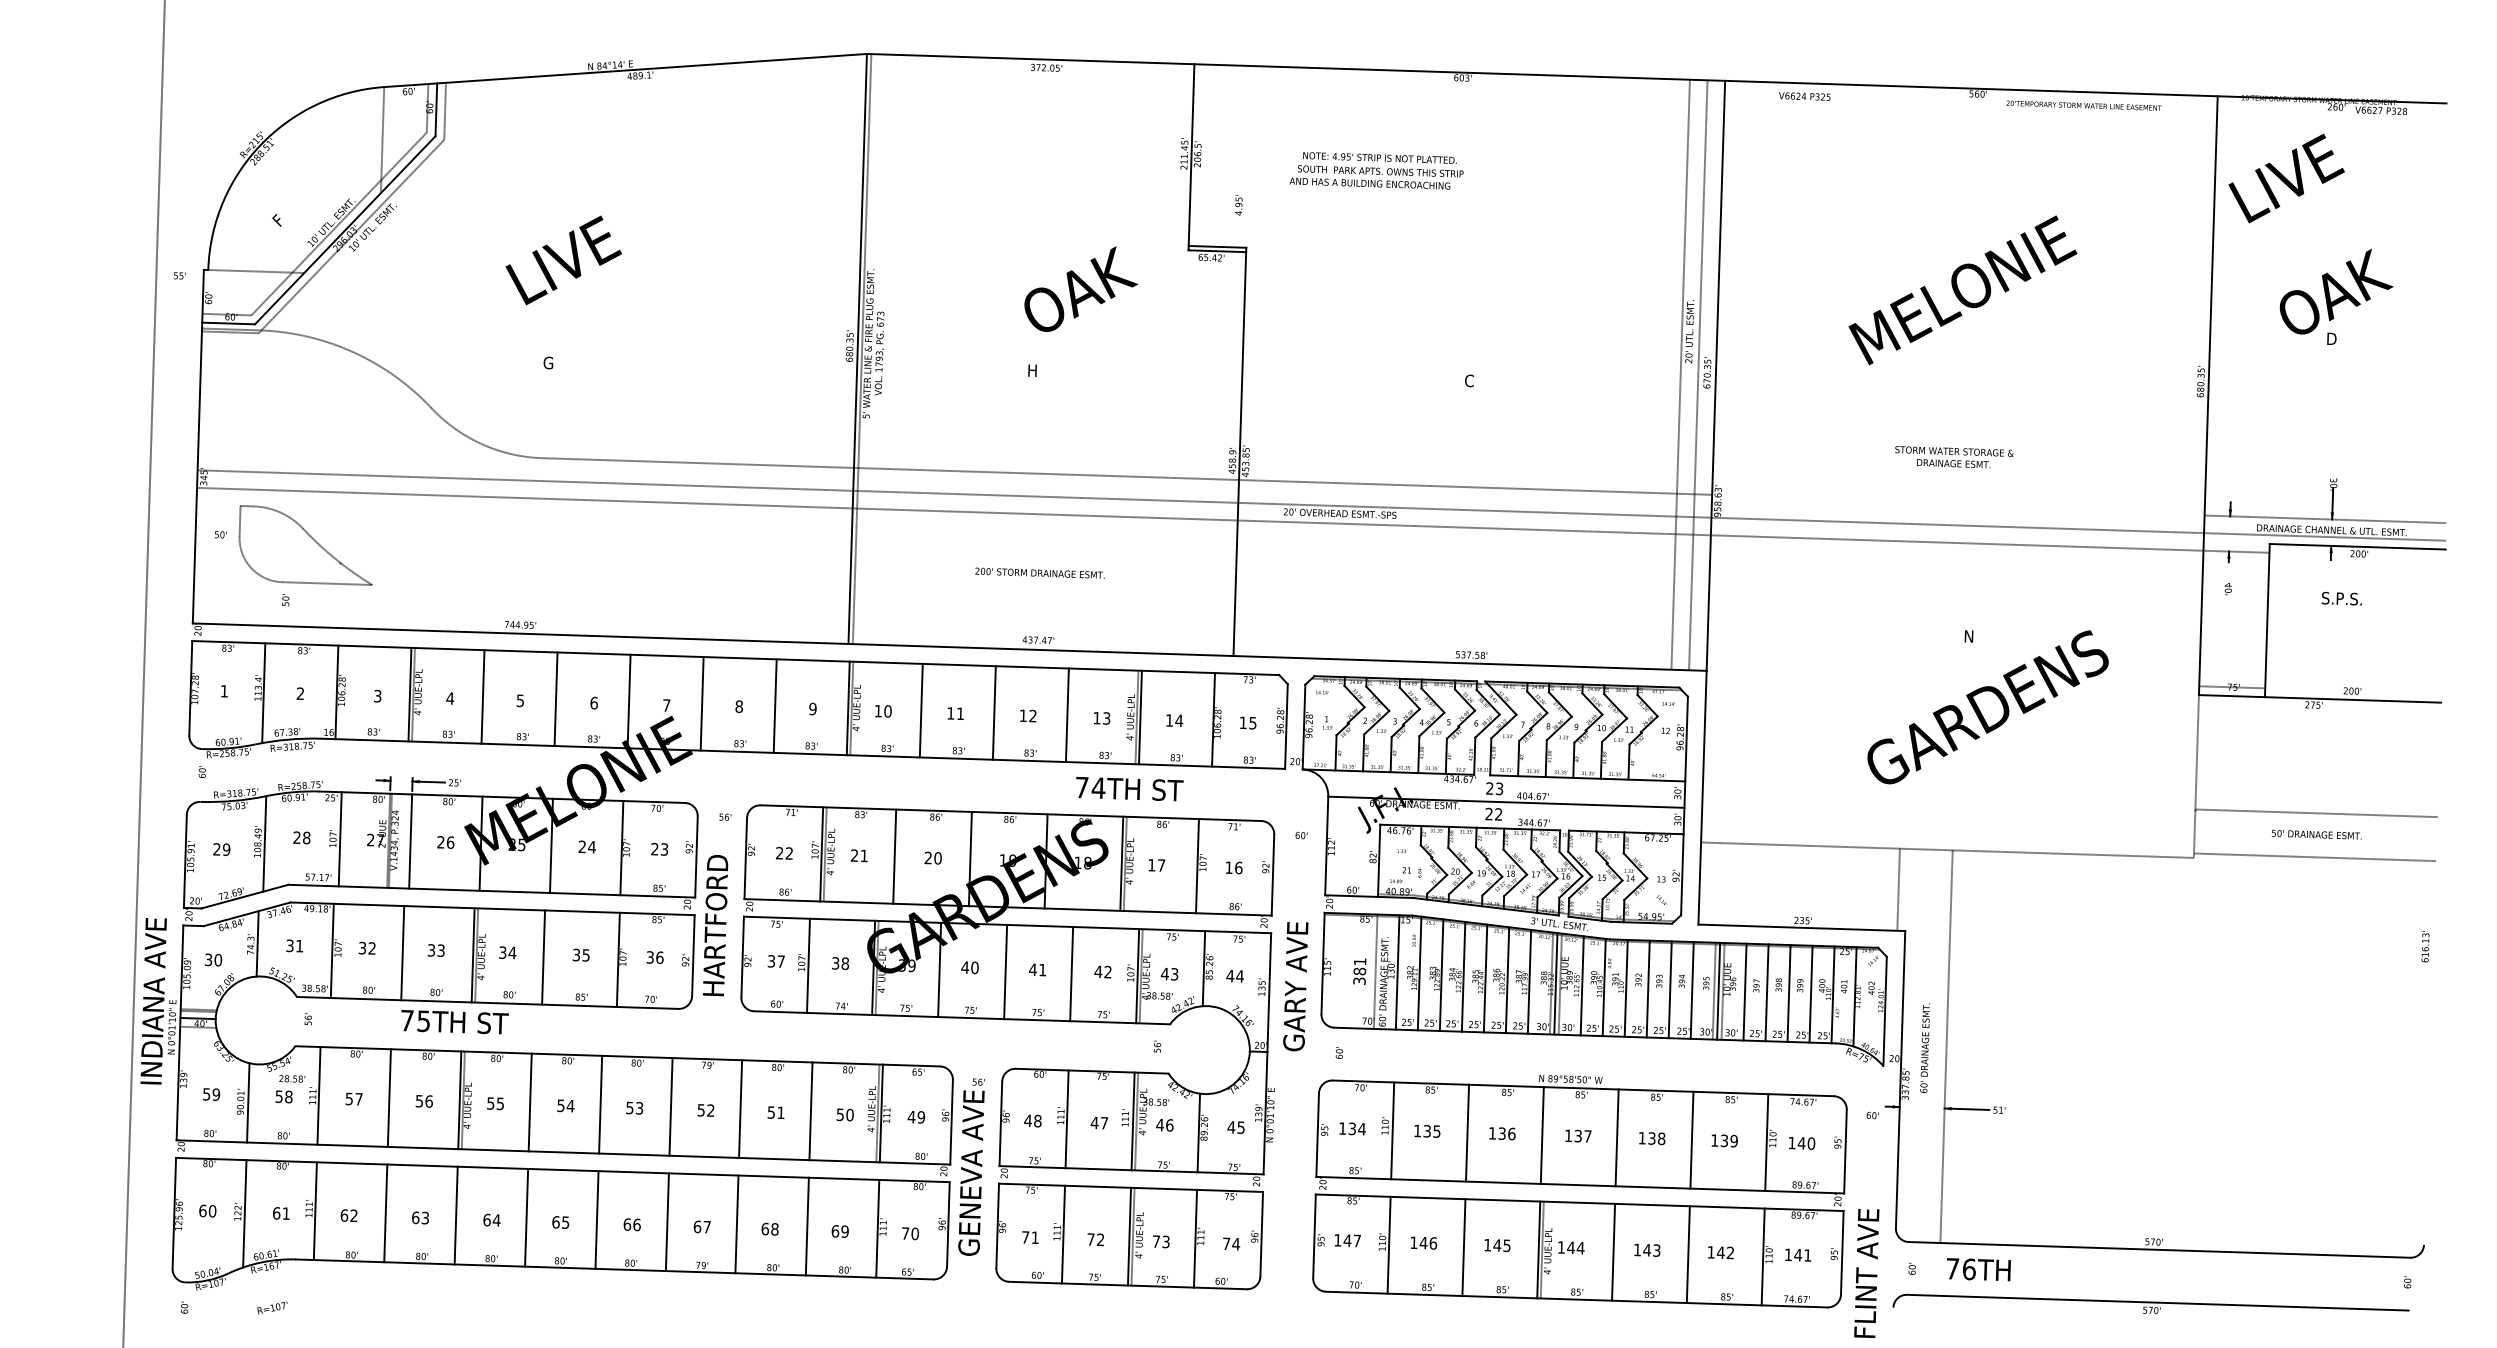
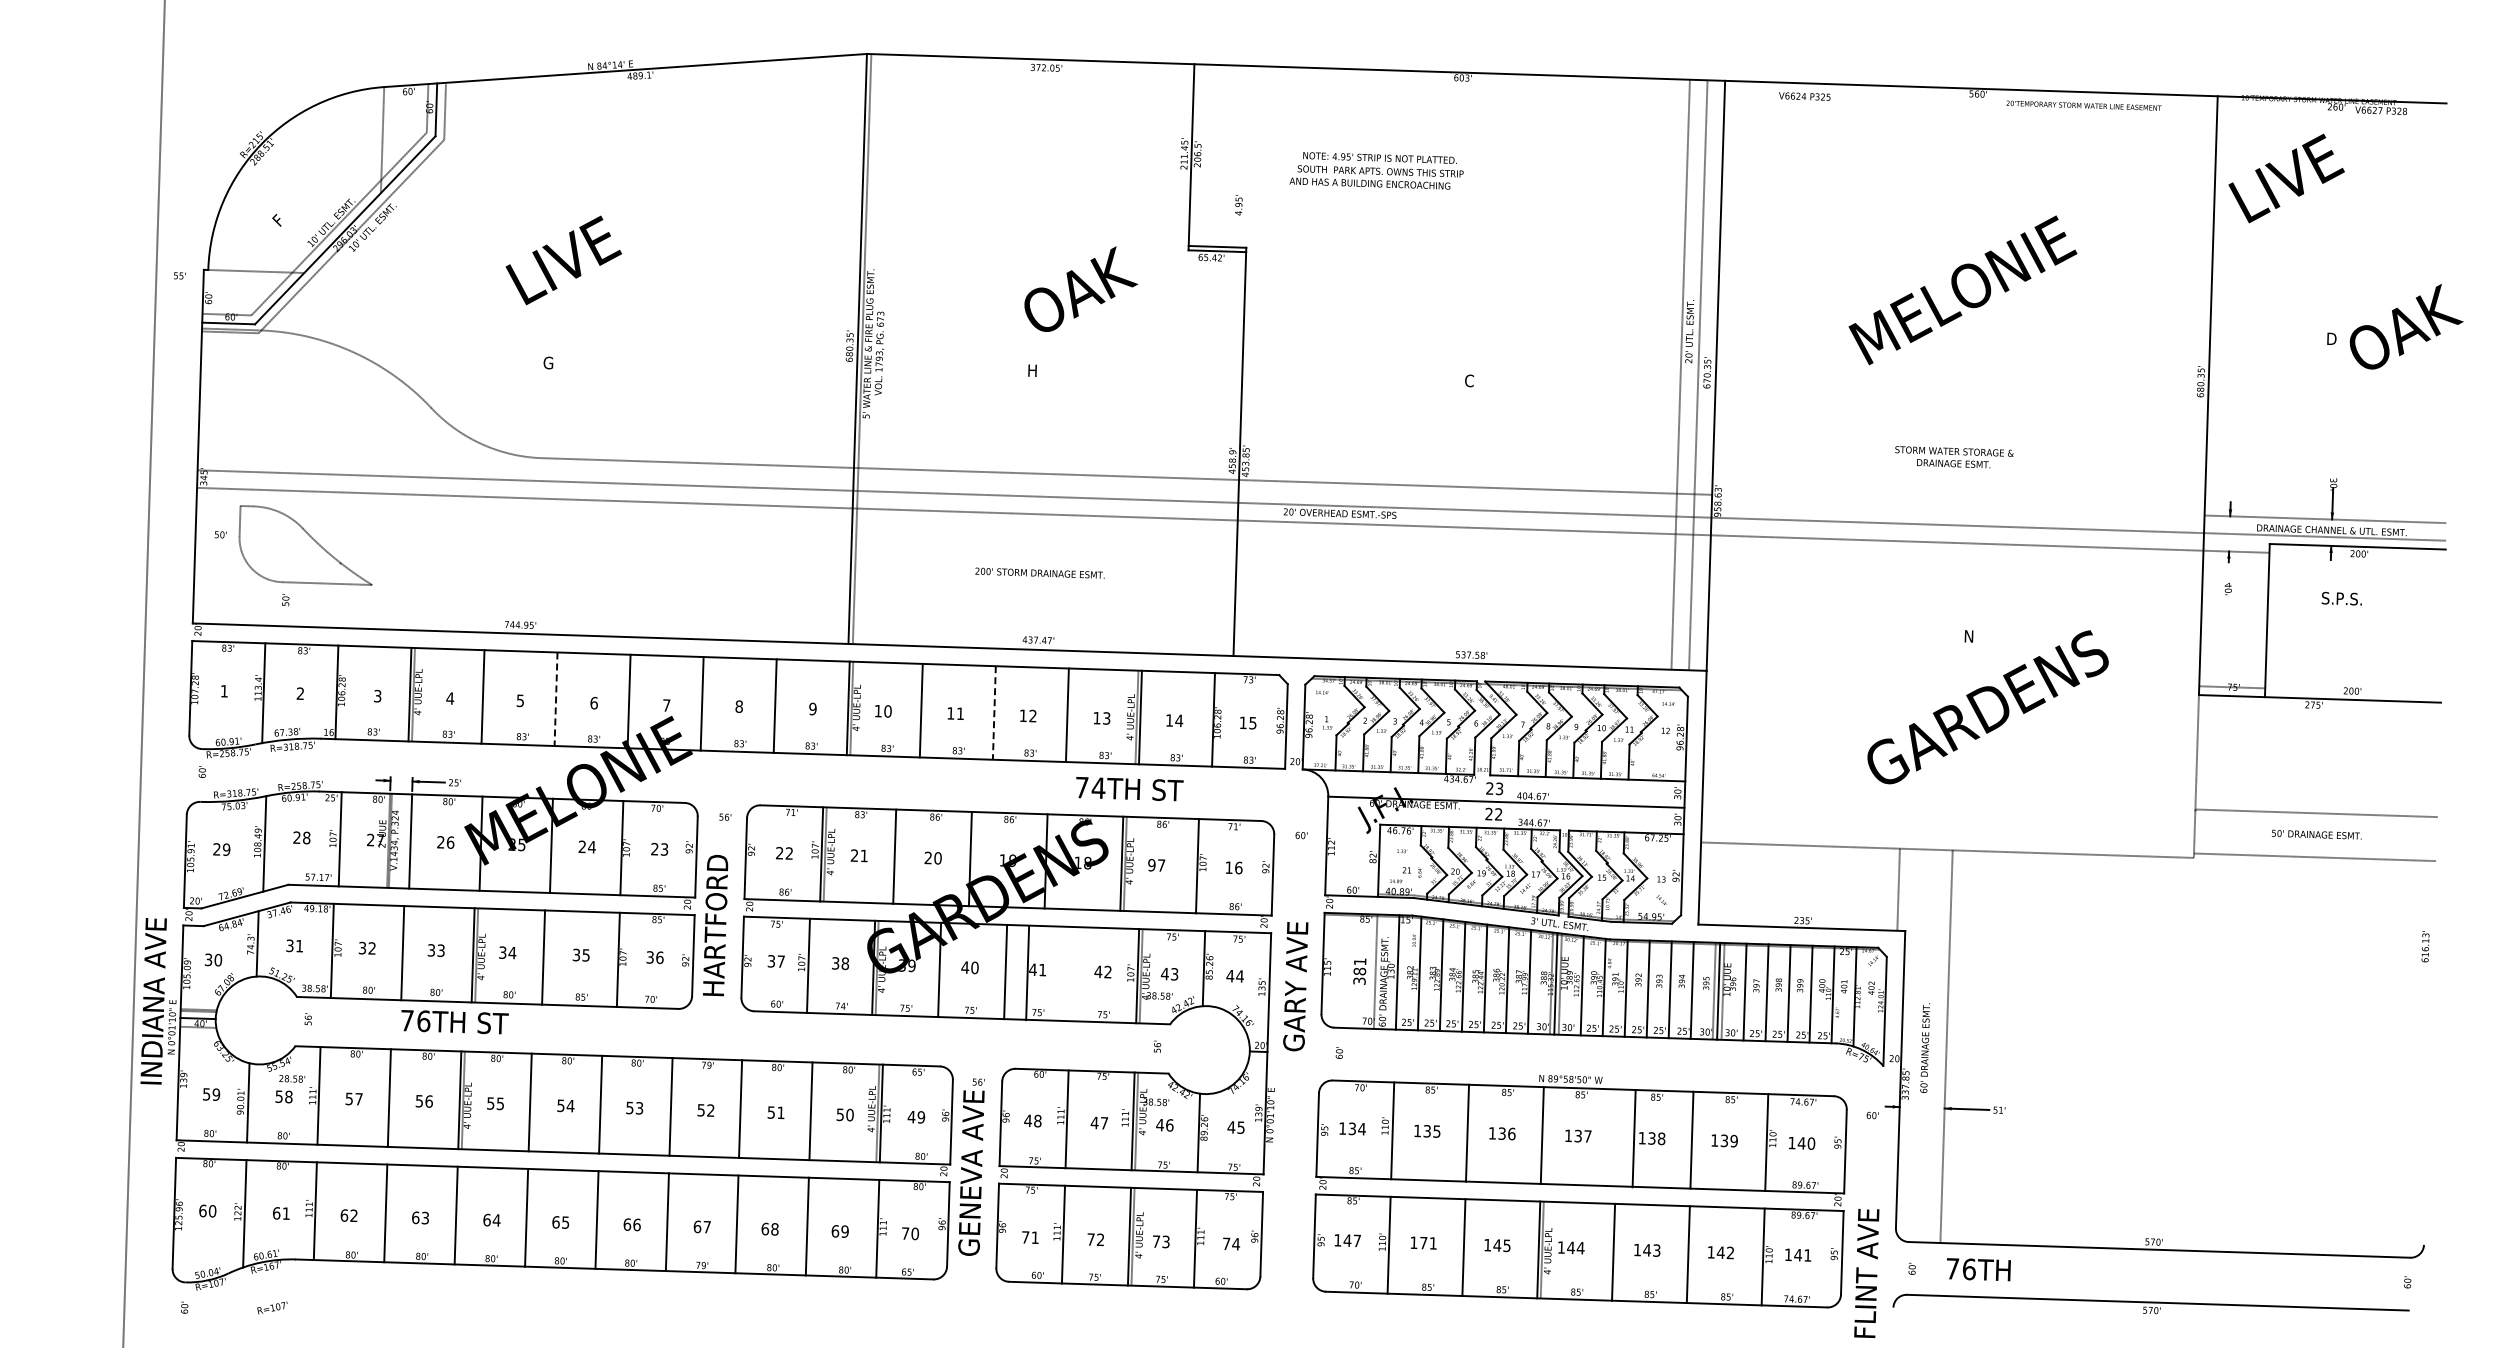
text at (2336, 291) position: (2336, 291) -> (2406, 326)
line at (556, 699): solid -> dashed
line at (994, 712): solid -> dashed
text at (1151, 864): 17 -> 97
line at (1071, 974) position: (1071, 974) -> (1027, 973)
text at (423, 1021): 75TH -> 76TH
line at (1616, 1137) position: (1616, 1137) -> (1633, 1138)
text at (1428, 1242): 146 -> 171
